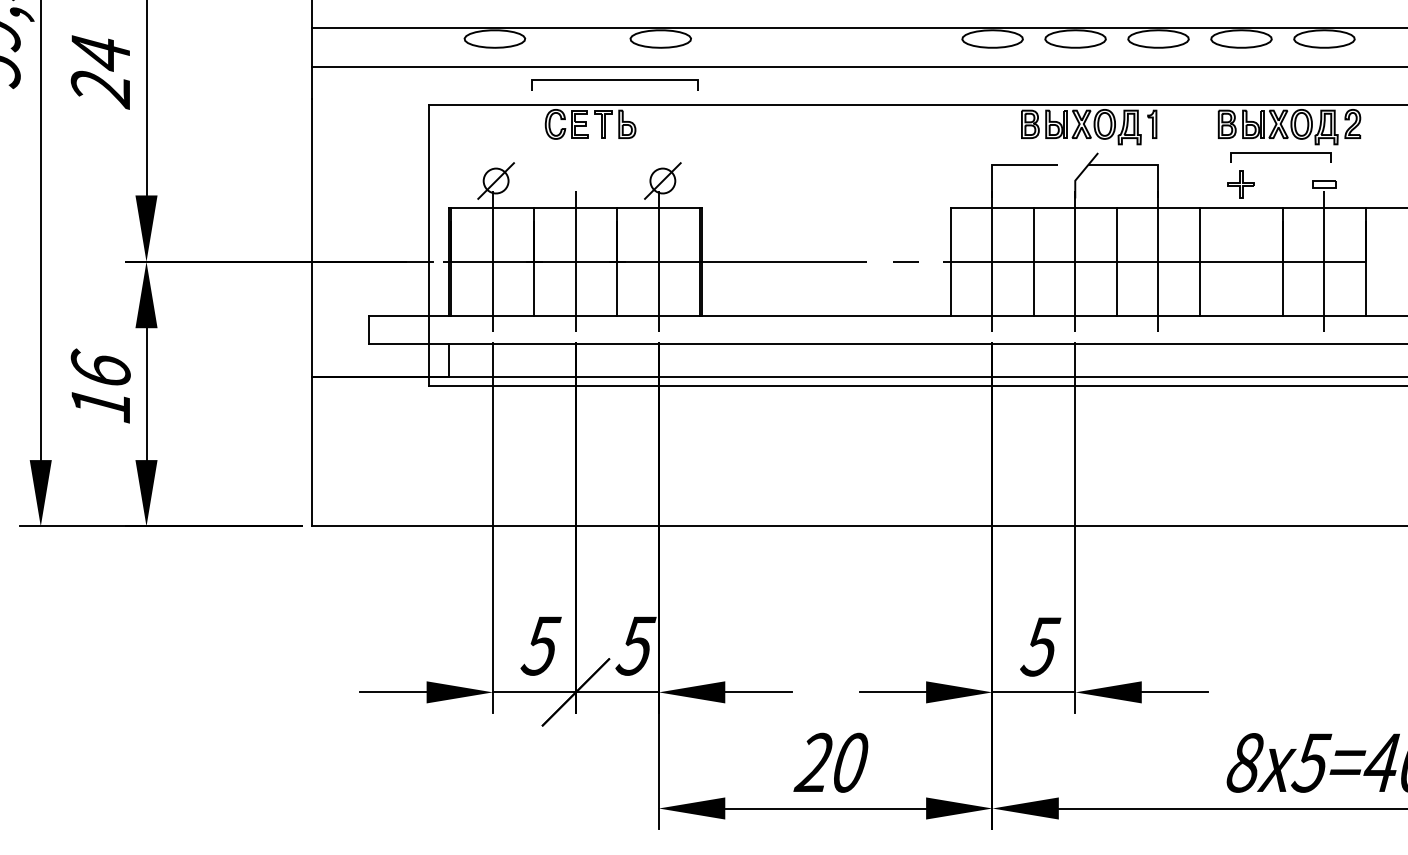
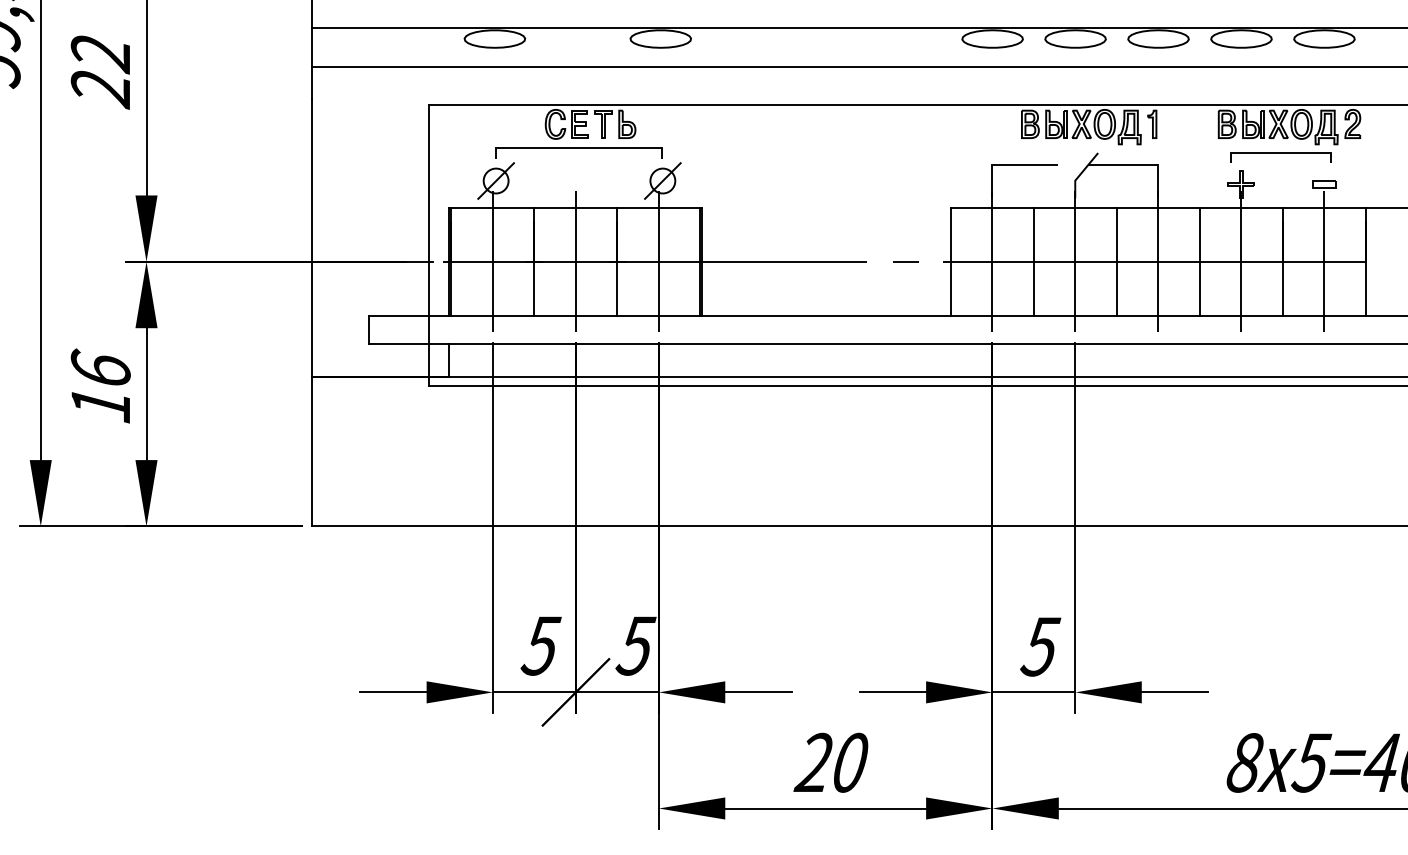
text at (99, 54): 24 -> 22
curve at (614, 80) position: (614, 80) -> (578, 148)
line at (1241, 261): none -> present
